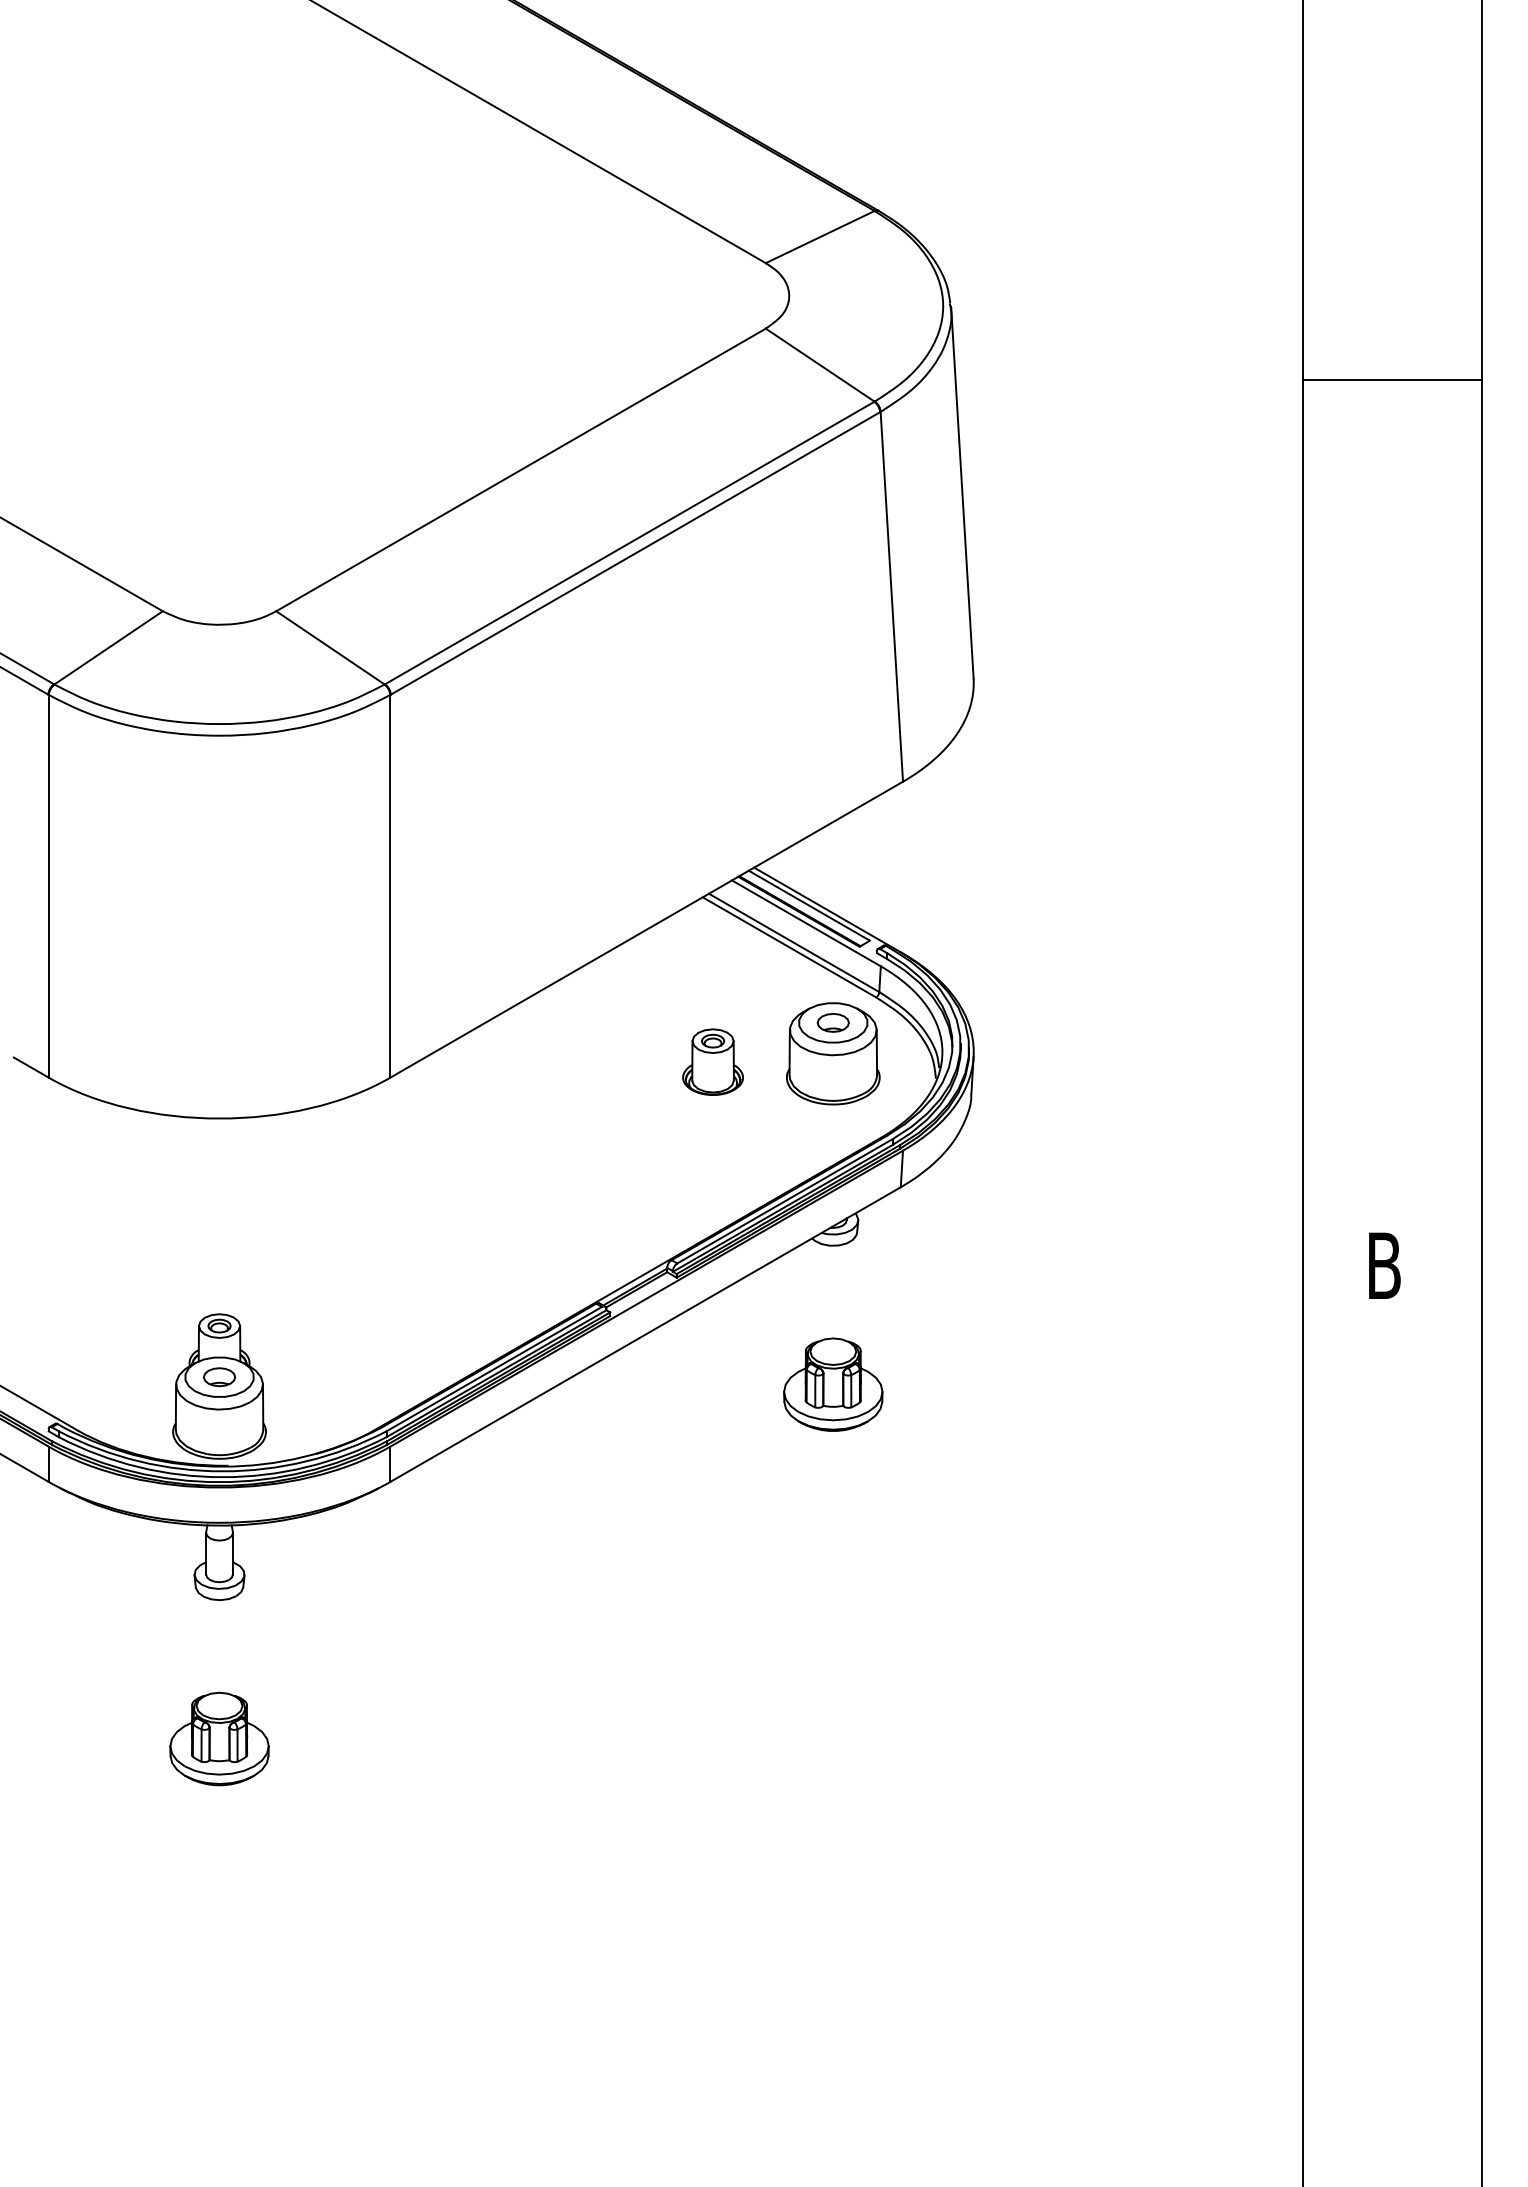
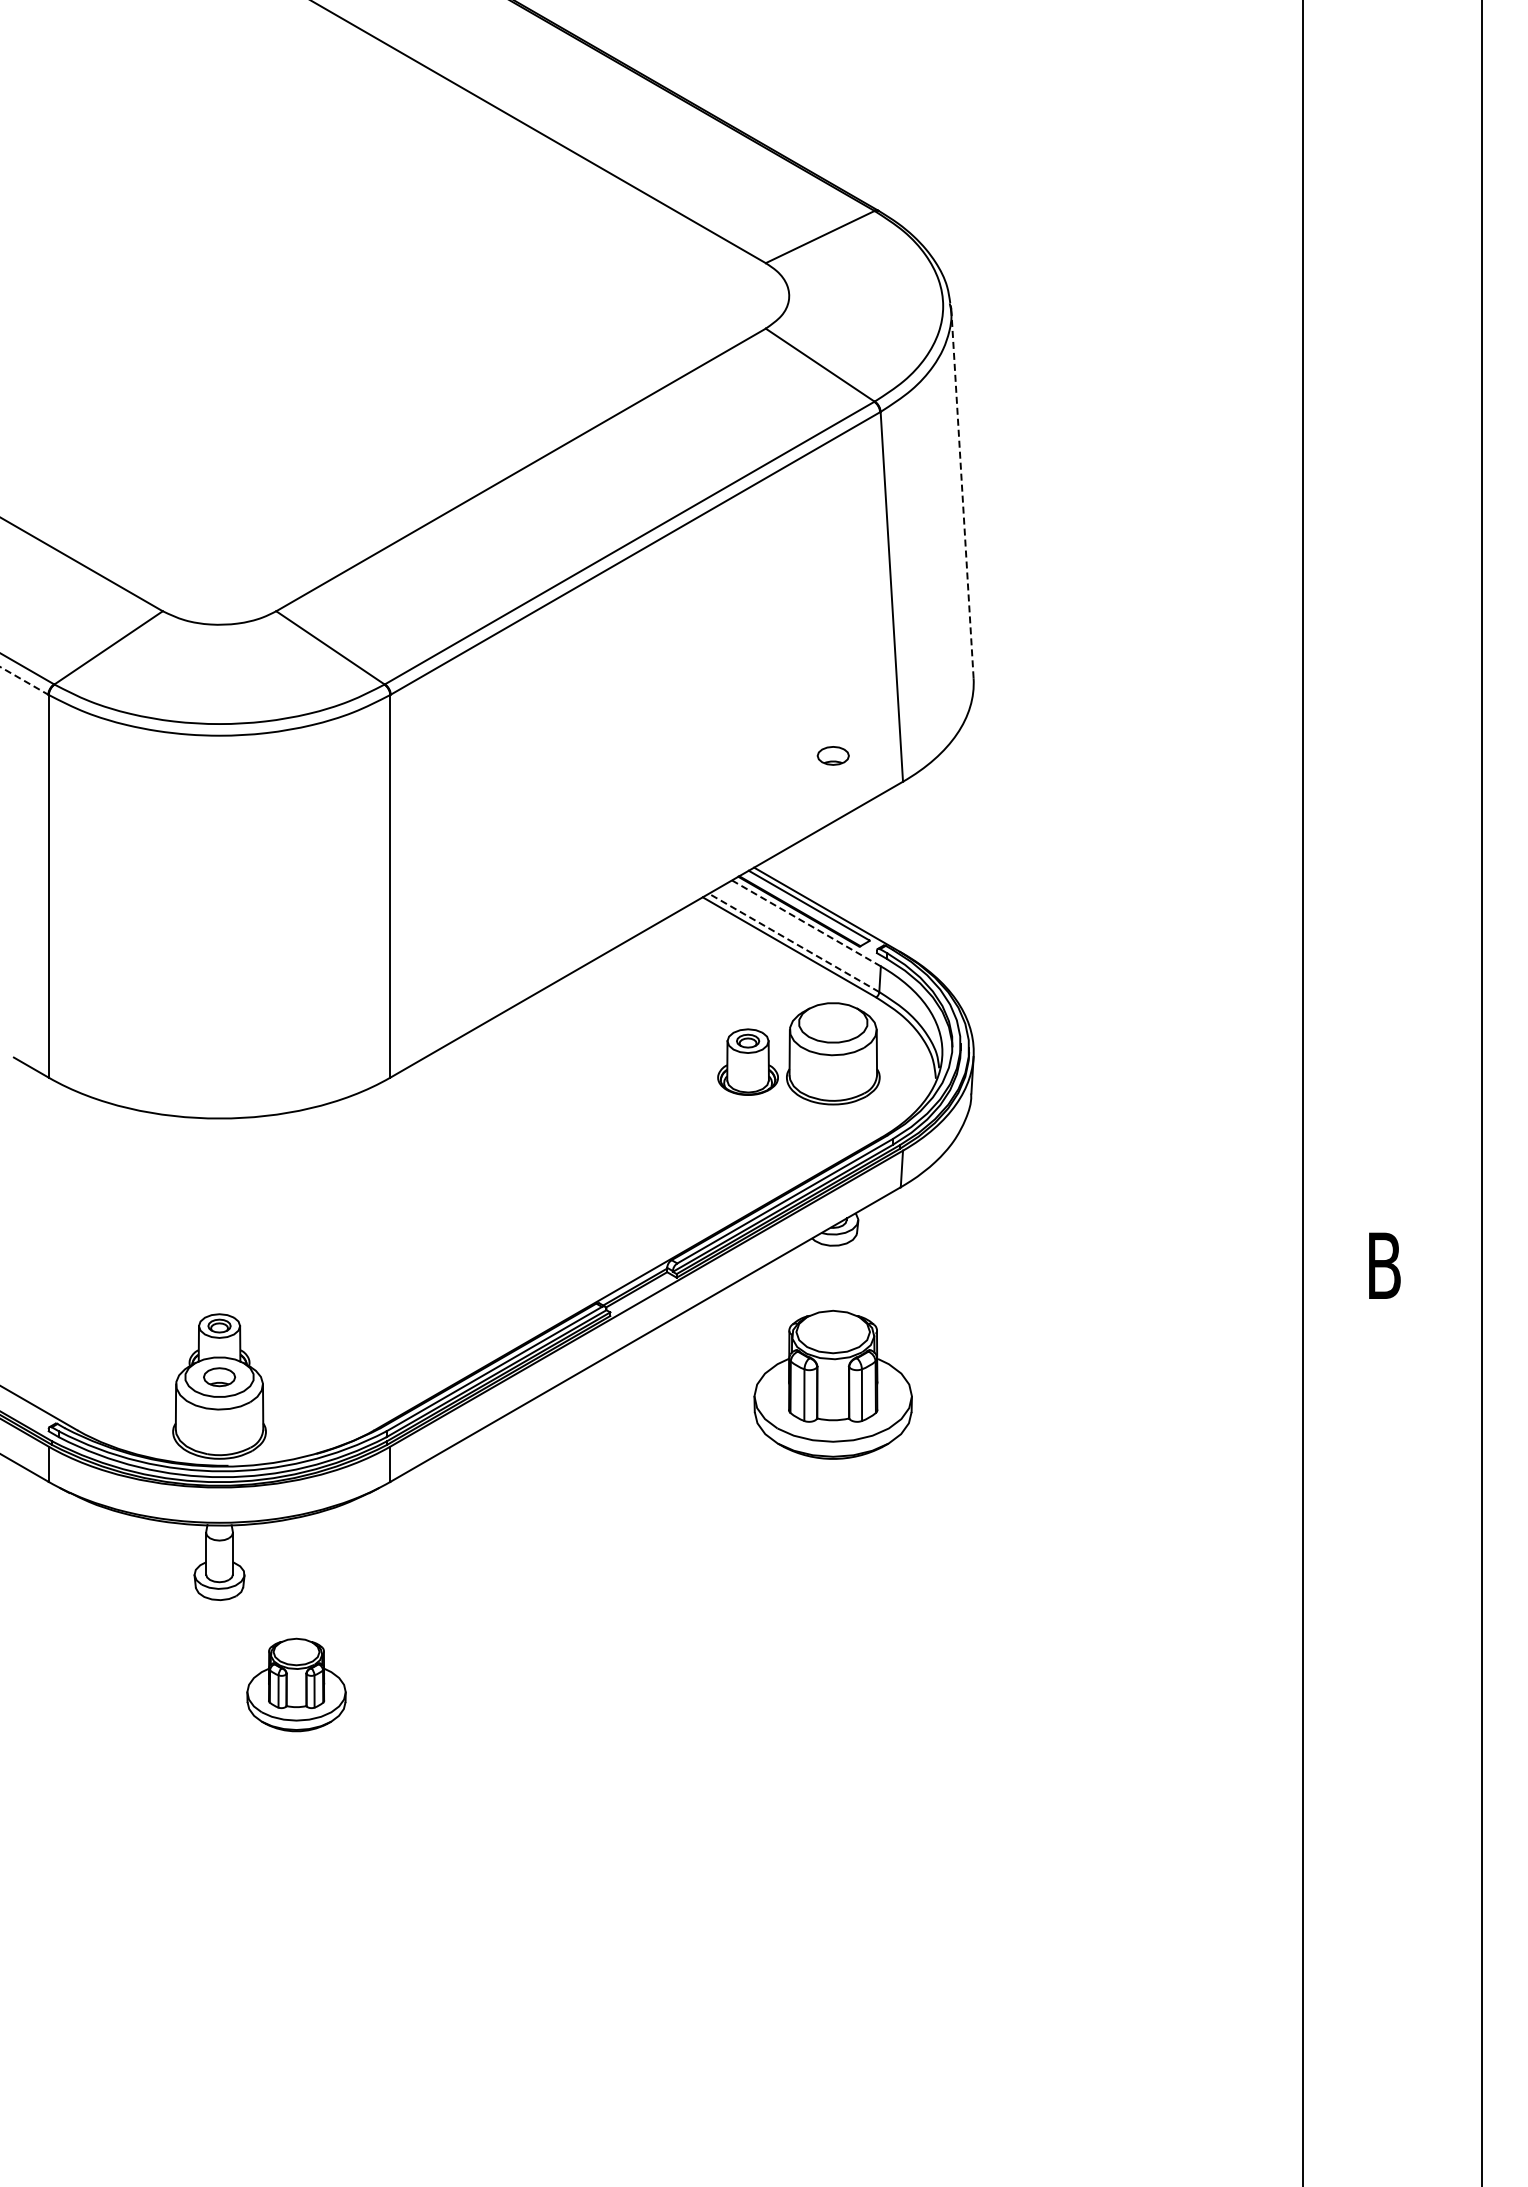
line at (1392, 379): present -> none
line at (962, 492): solid -> dashed
line at (24, 681): solid -> dashed
line at (806, 923): solid -> dashed
line at (793, 942): solid -> dashed
part at (832, 1022) position: (832, 1022) -> (832, 755)
part at (712, 1061) position: (712, 1061) -> (747, 1061)
part at (833, 1384) size: 101x95 px -> 160x151 px
part at (219, 1738) position: (219, 1738) -> (296, 1684)
